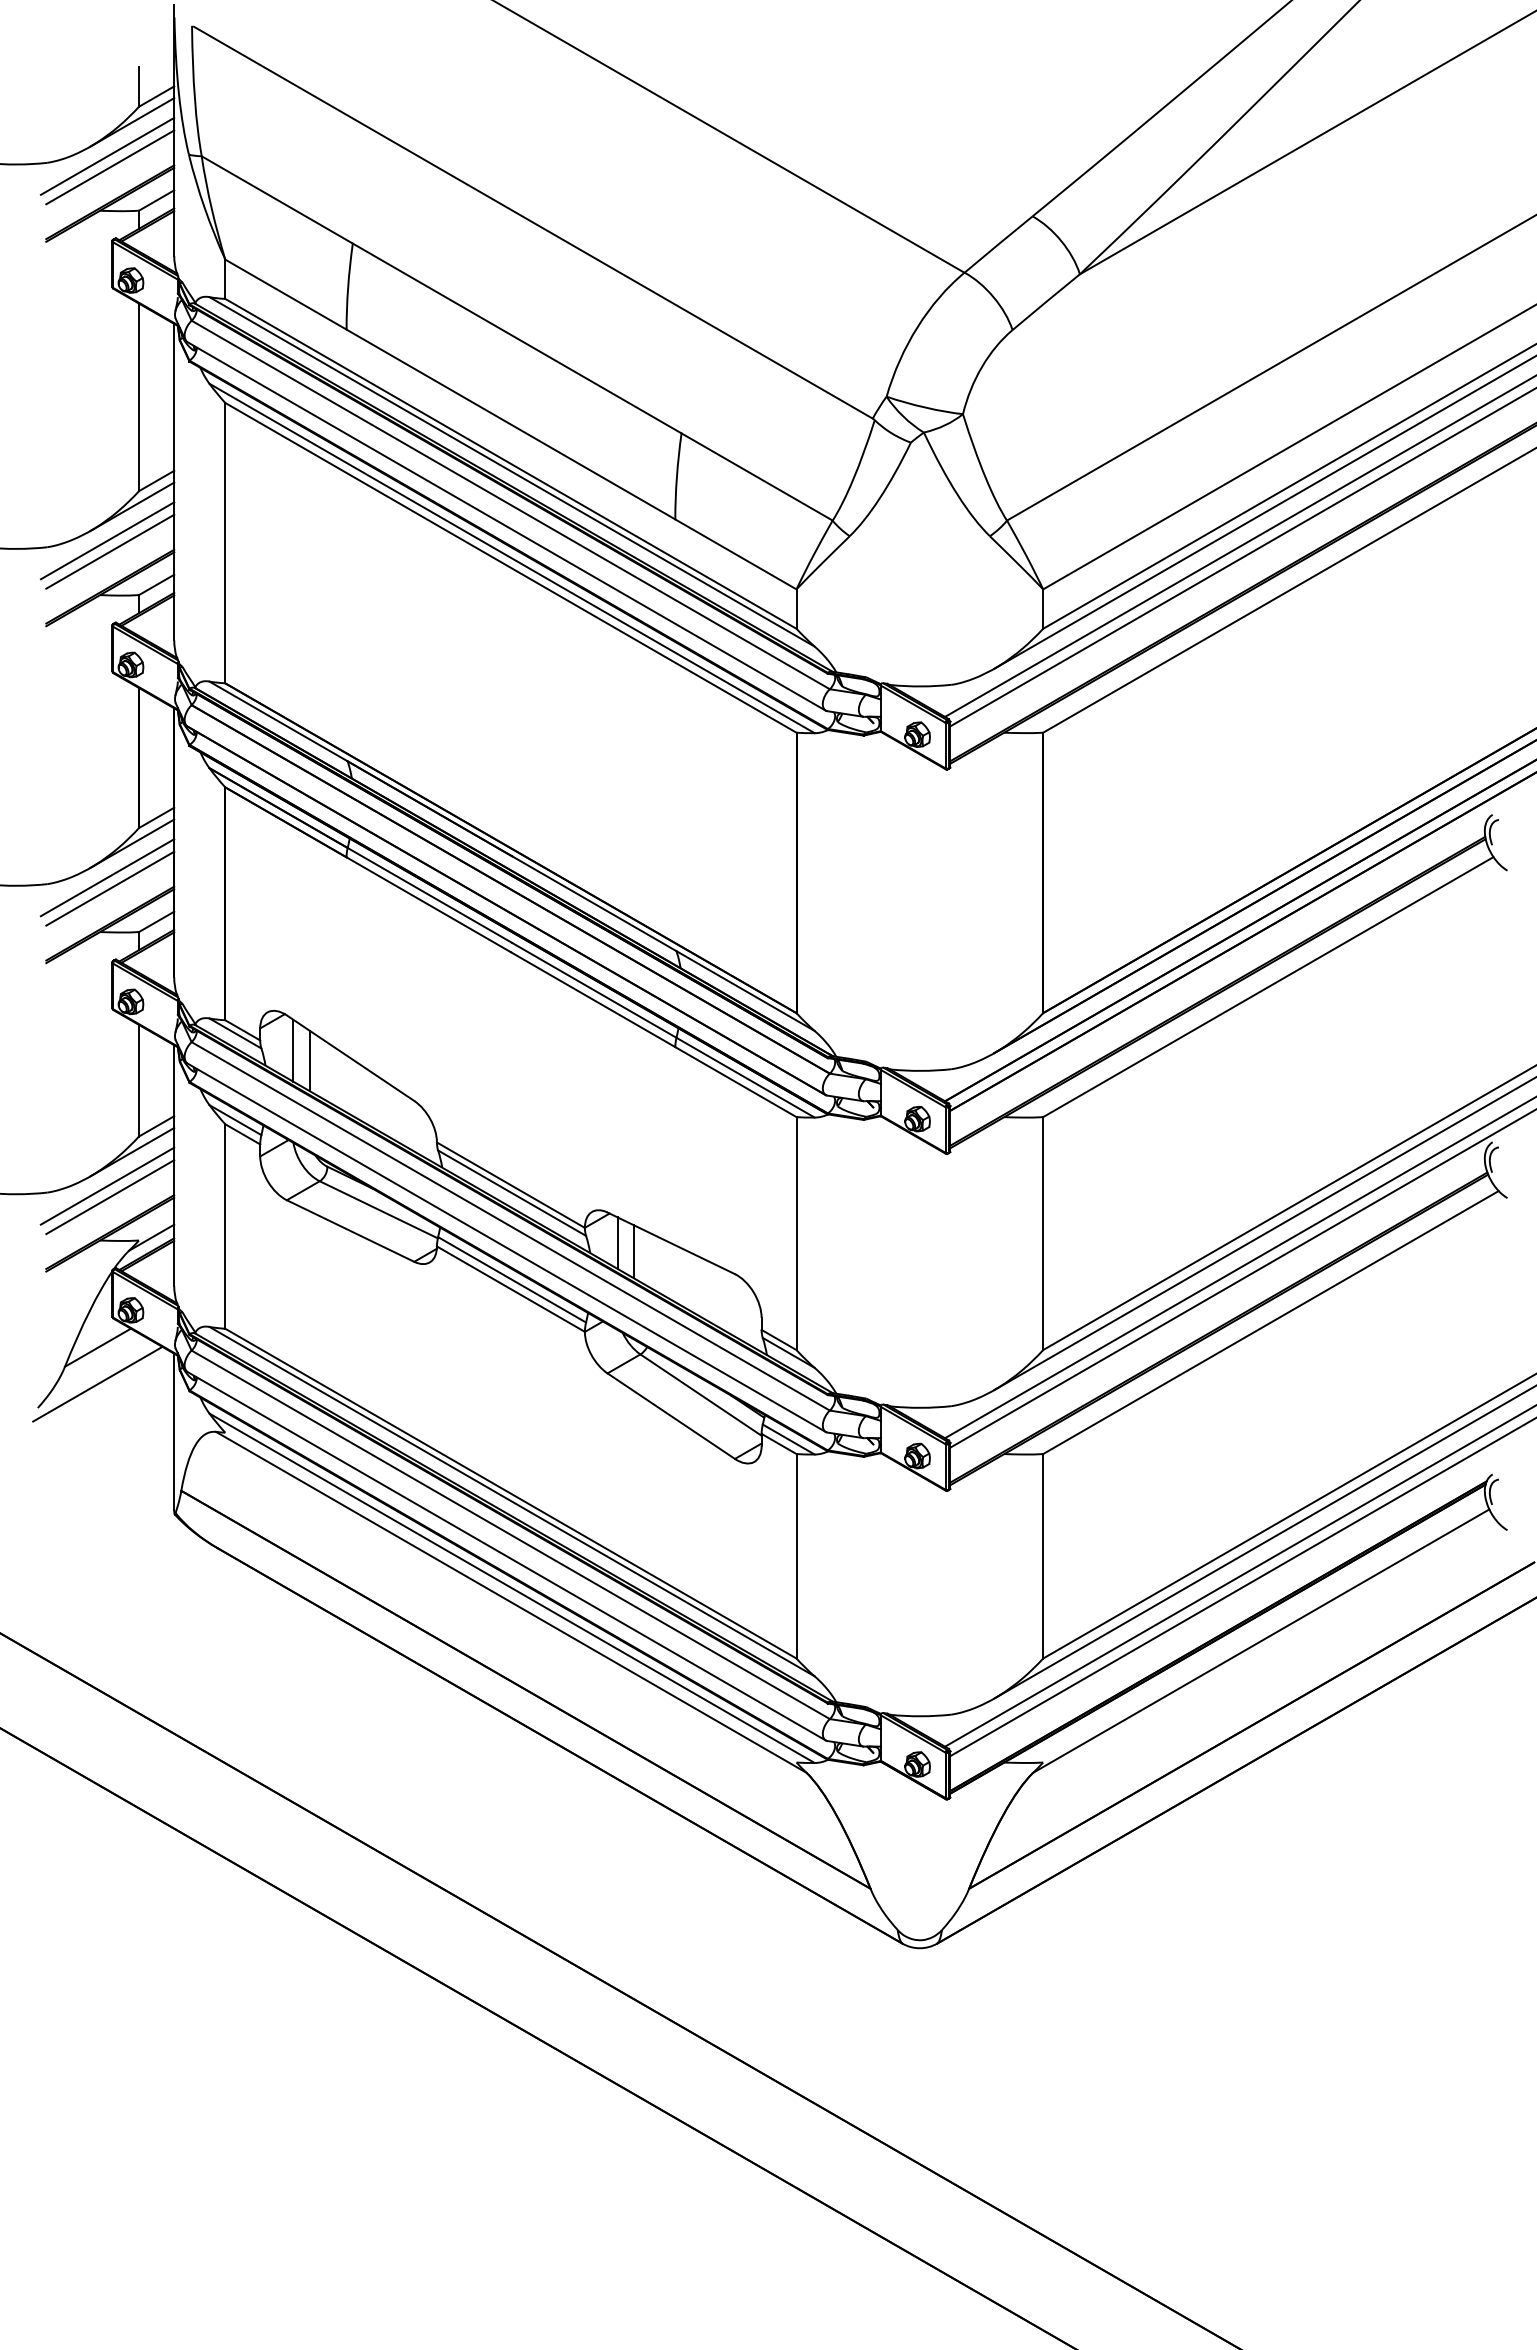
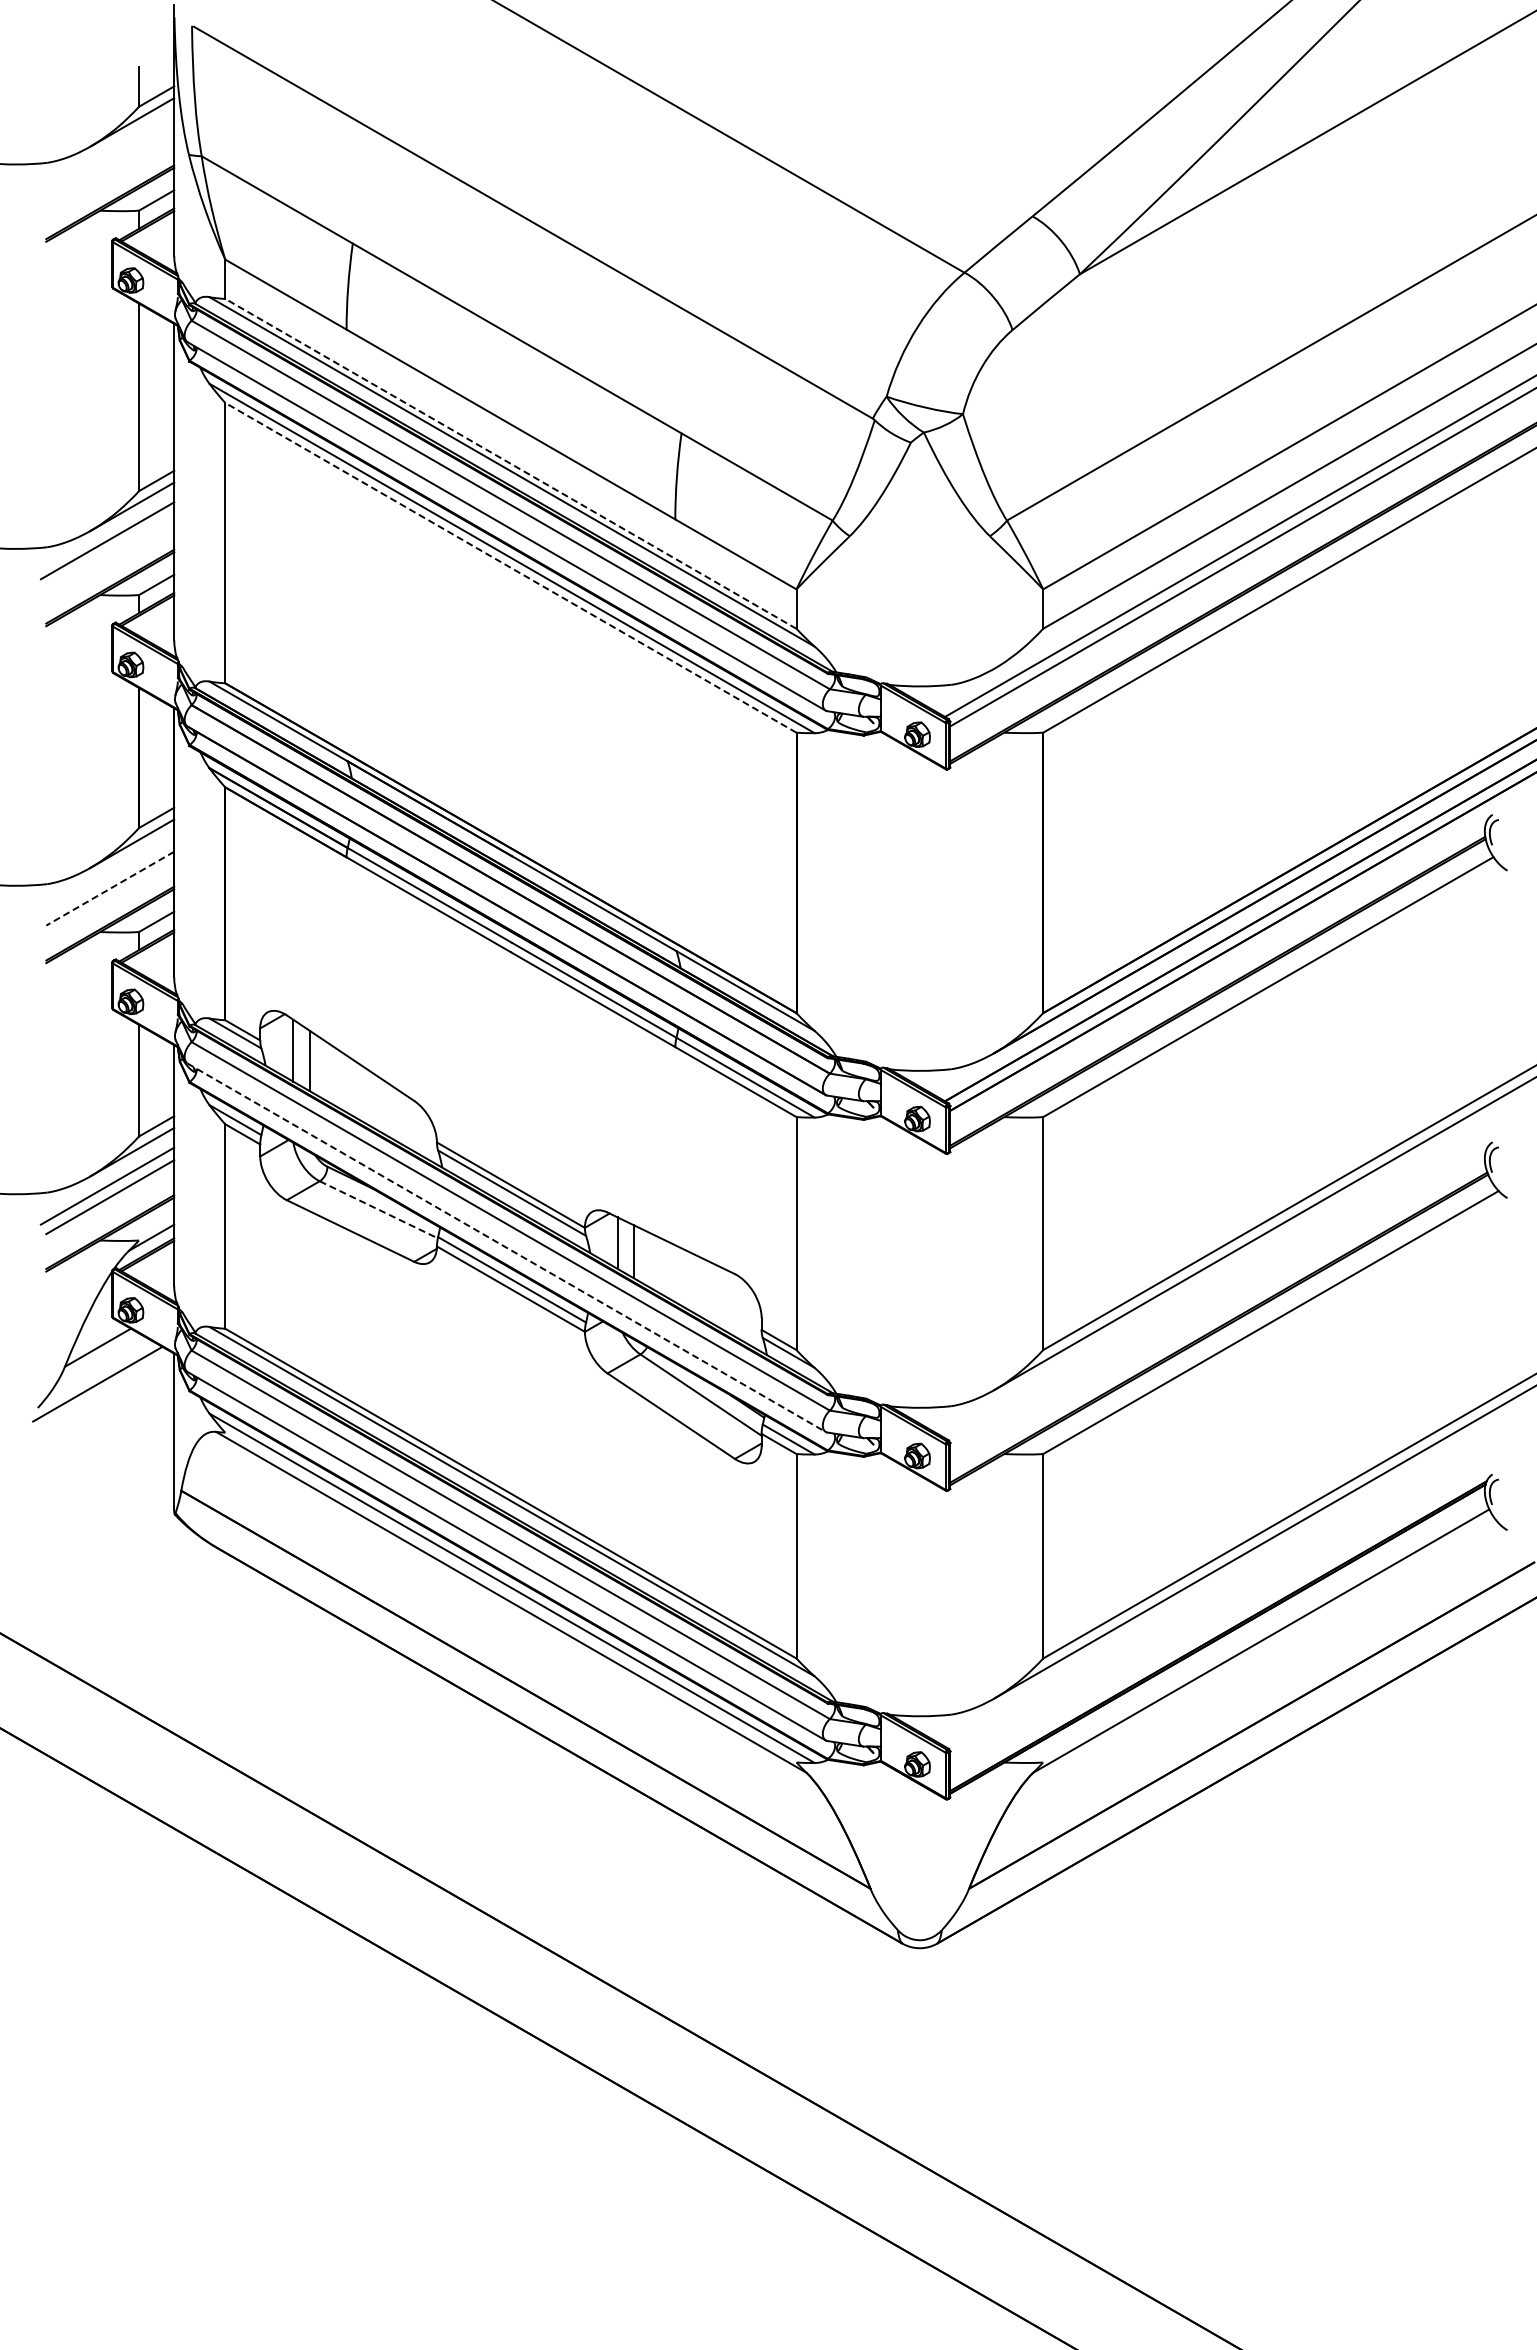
line at (107, 155): present -> none
line at (110, 167): present -> none
line at (510, 463): solid -> dashed
line at (1263, 512): present -> none
line at (110, 551): present -> none
line at (510, 567): solid -> dashed
line at (107, 877): present -> none
line at (110, 888): solid -> dashed
line at (378, 1209): solid -> dashed
line at (507, 1247): solid -> dashed
line at (1239, 1268): present -> none
line at (1241, 1279): present -> none
line at (1239, 1576): present -> none
line at (1241, 1587): present -> none
